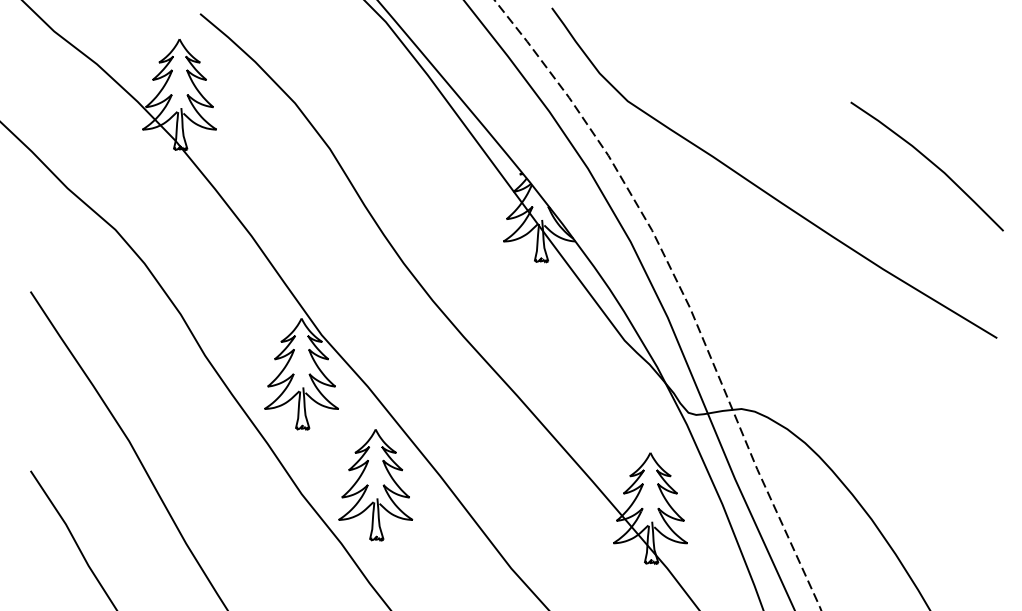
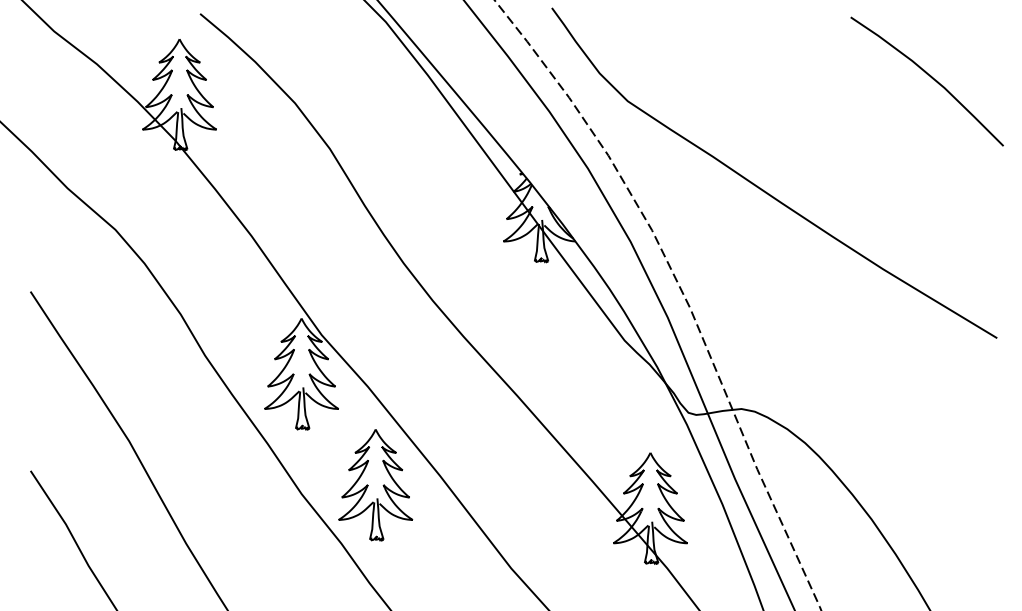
curve at (930, 162) position: (930, 162) -> (930, 77)
